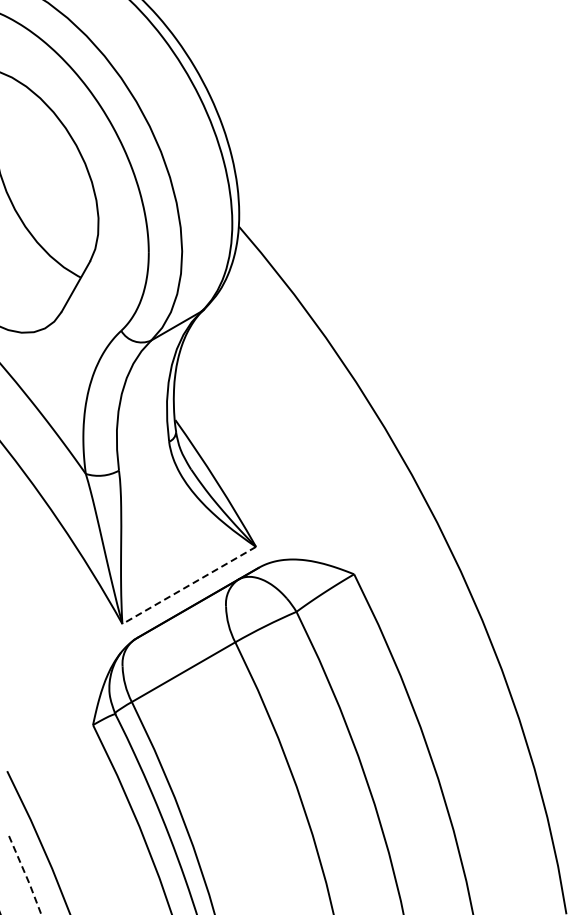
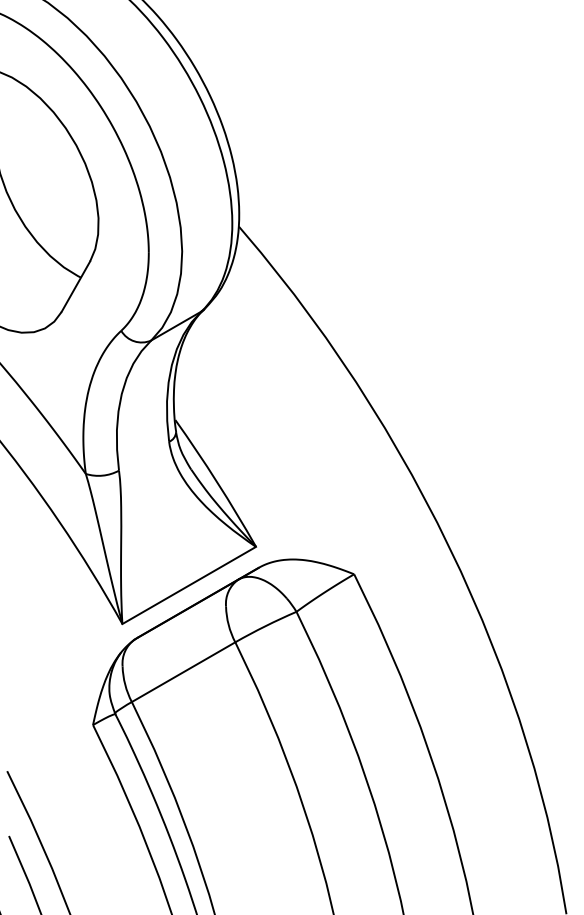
line at (188, 585): dashed -> solid
line at (26, 875): dashed -> solid
